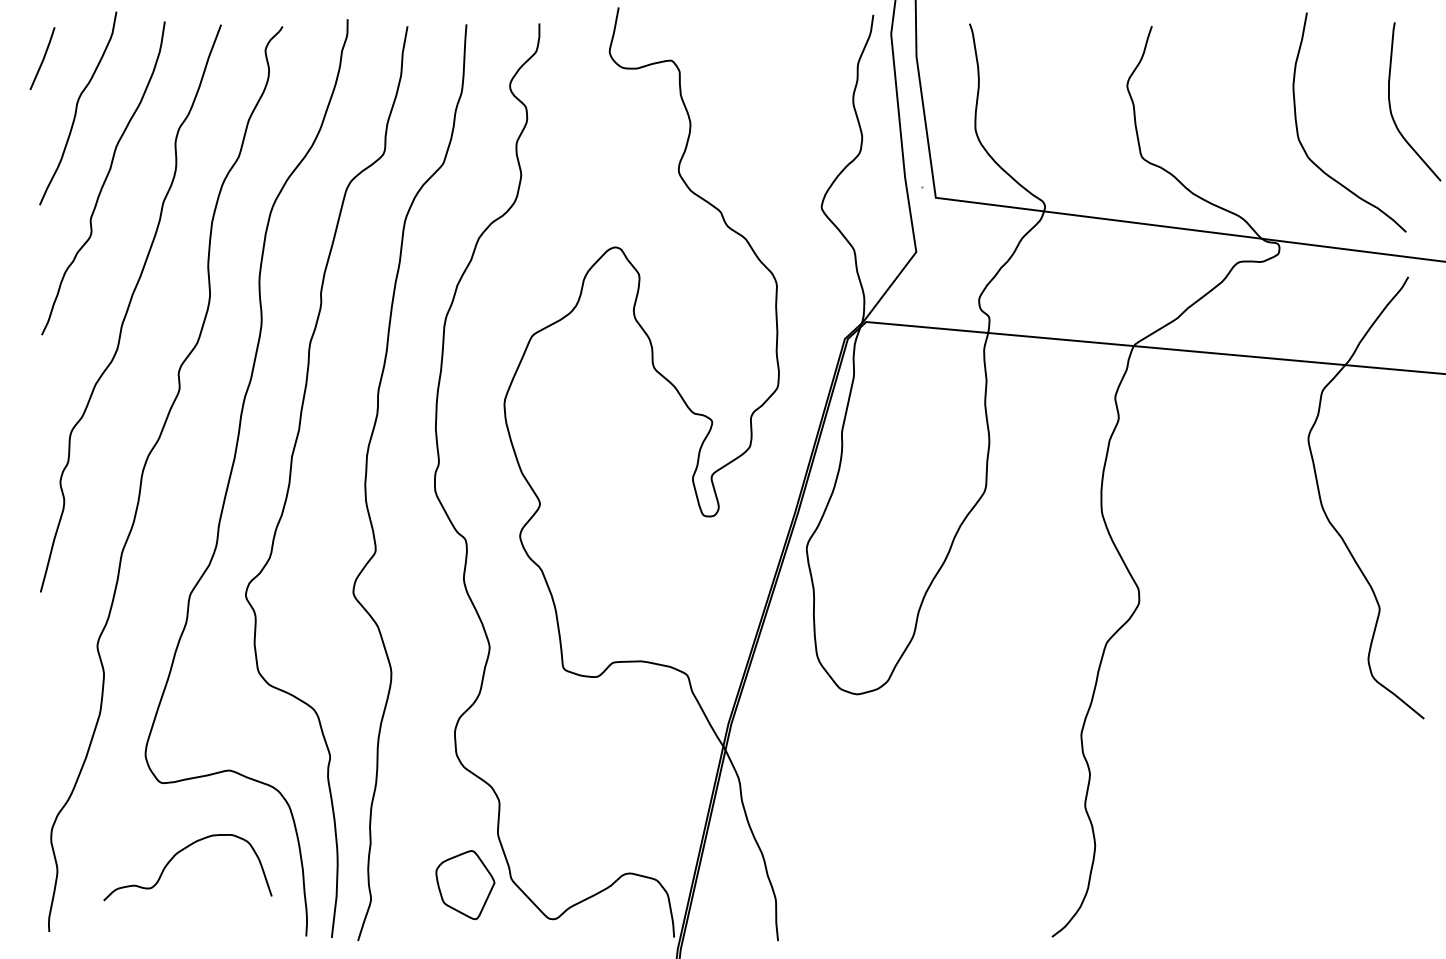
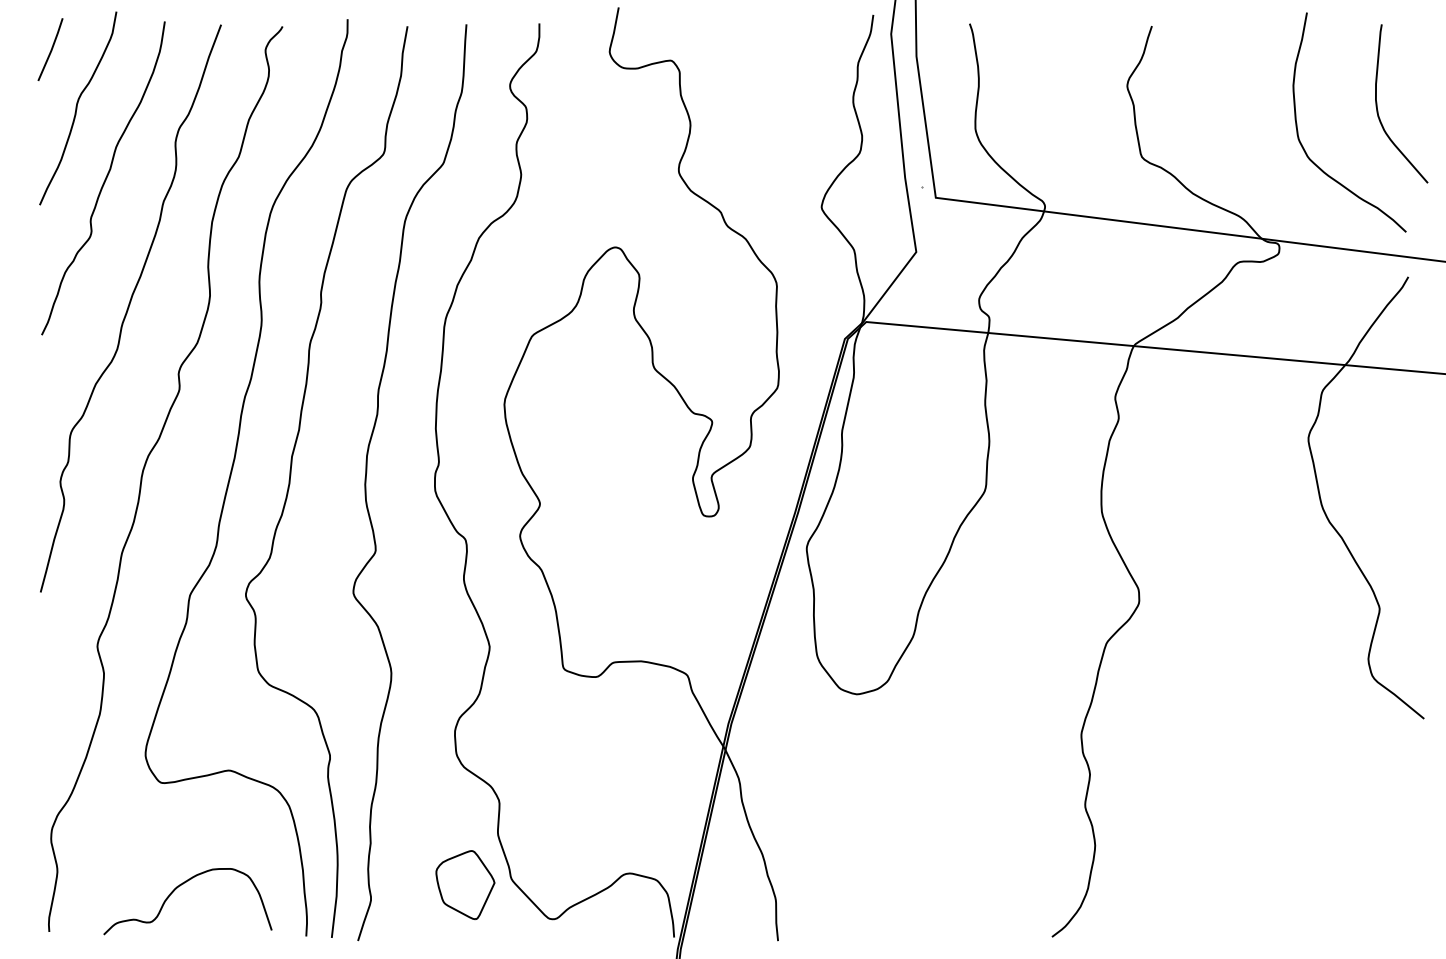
line at (42, 58) position: (42, 58) -> (50, 49)
curve at (1390, 101) position: (1390, 101) -> (1377, 103)
curve at (176, 855) position: (176, 855) -> (176, 889)
